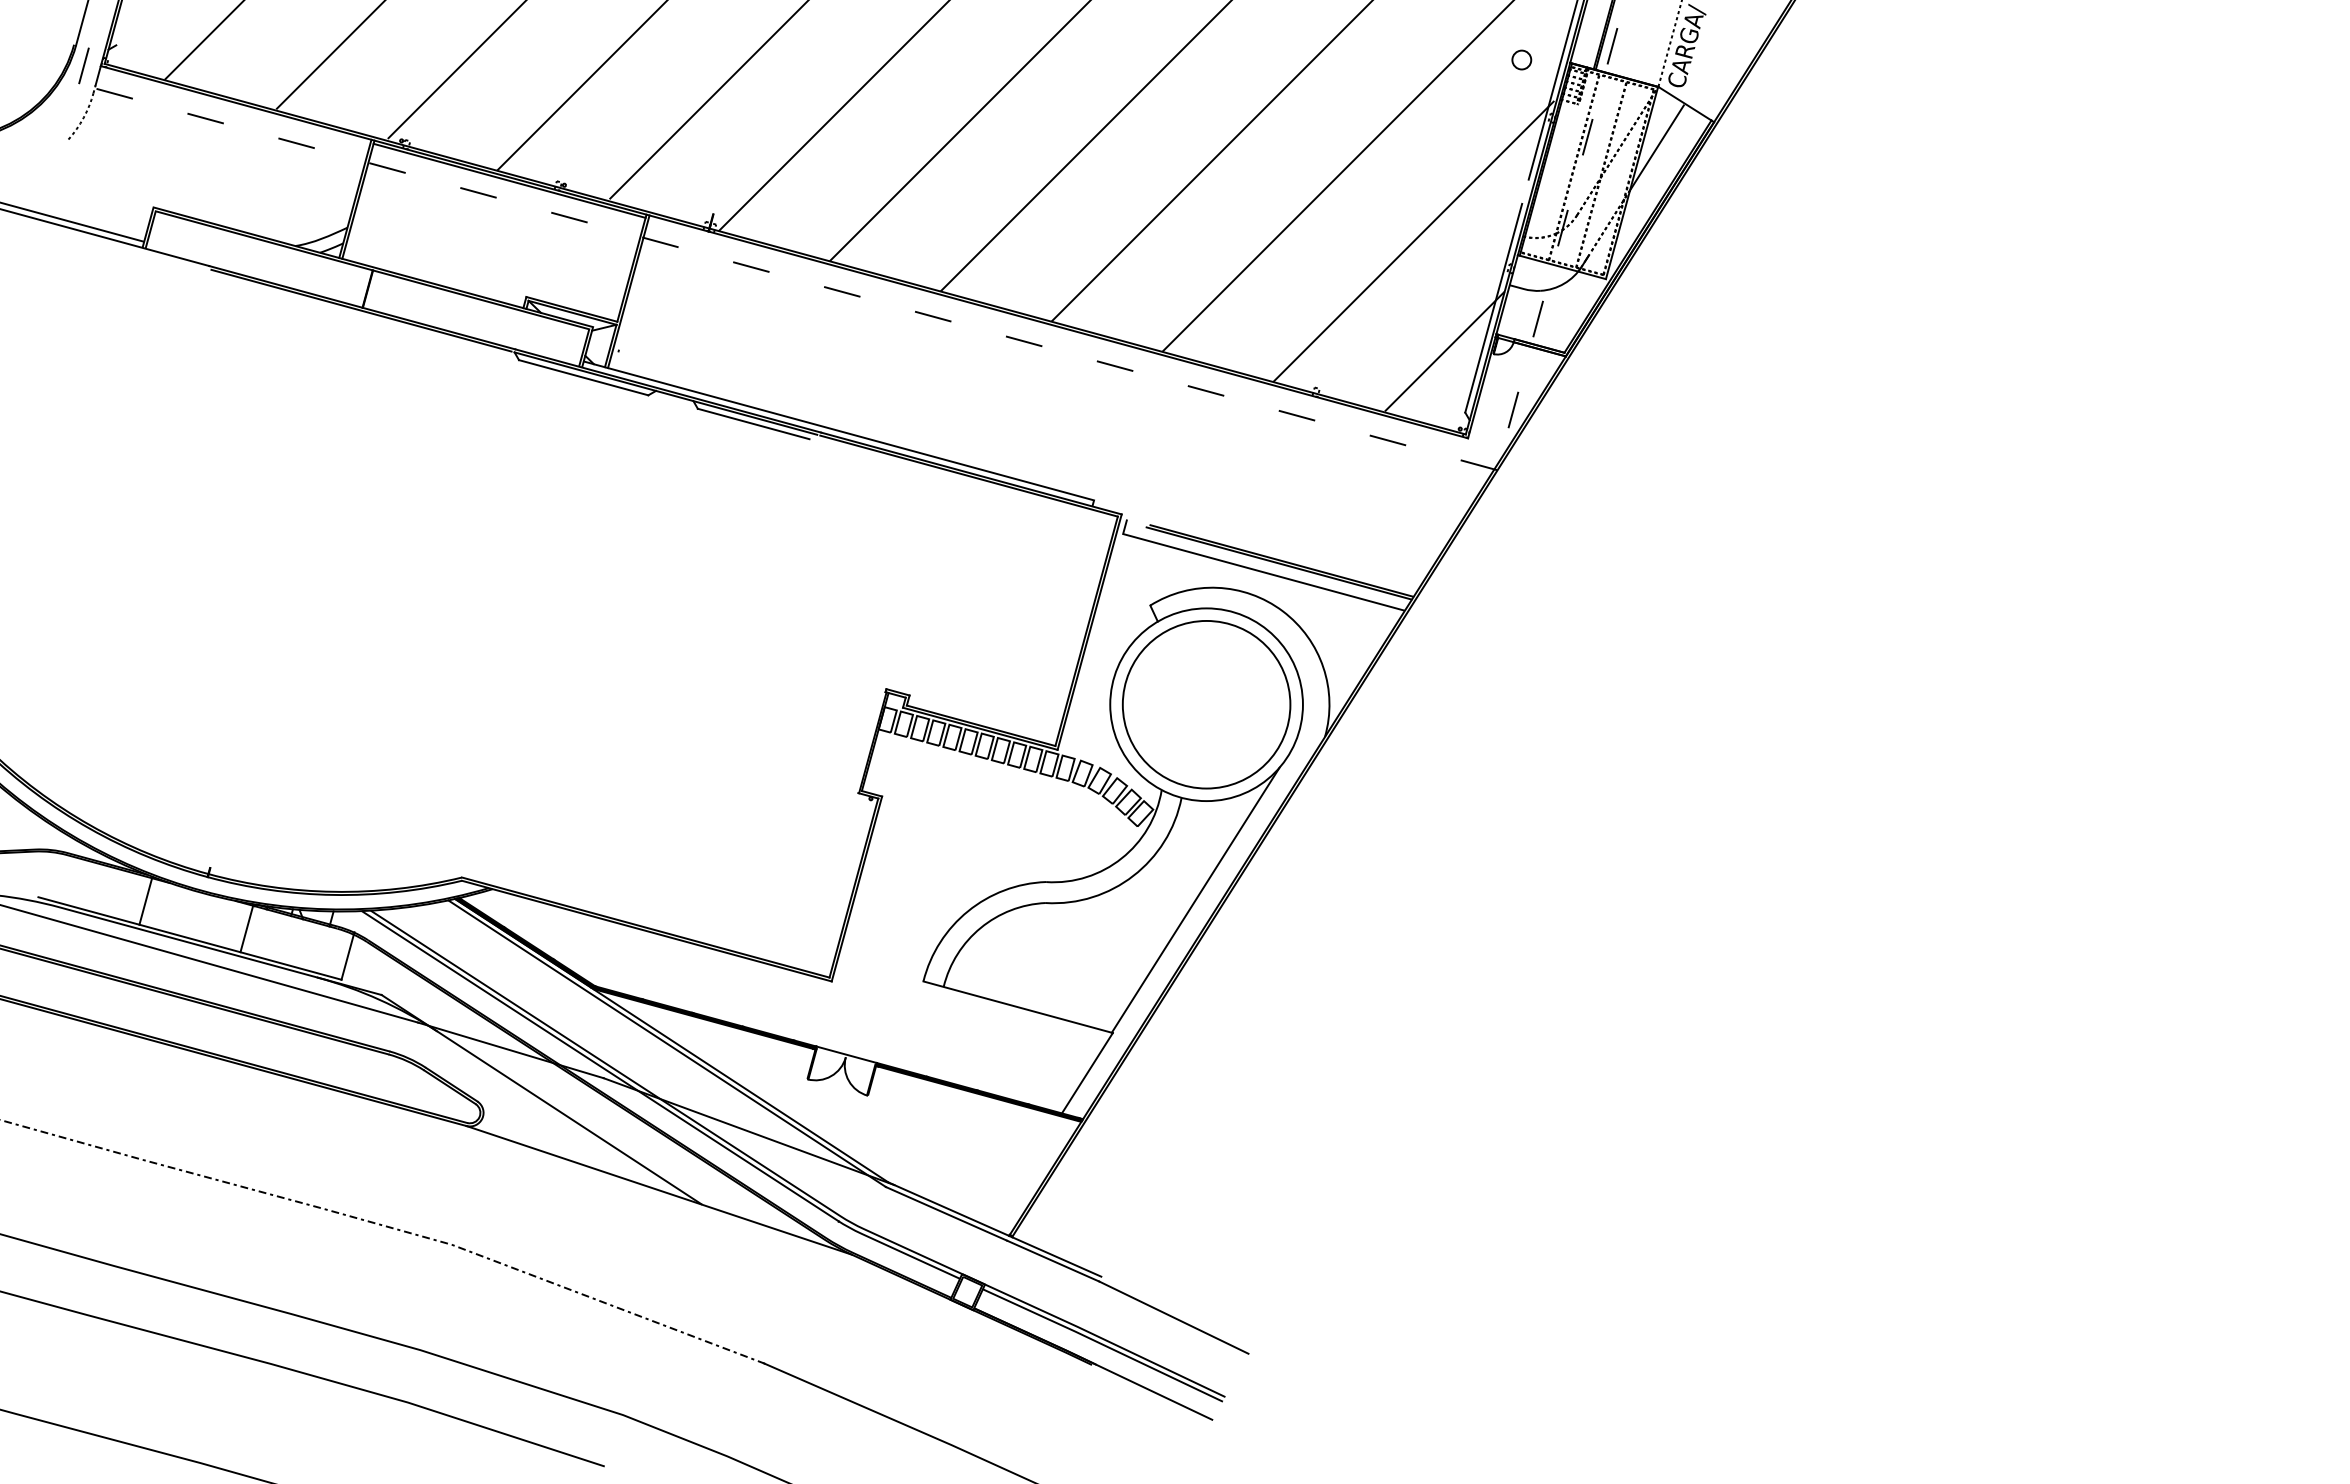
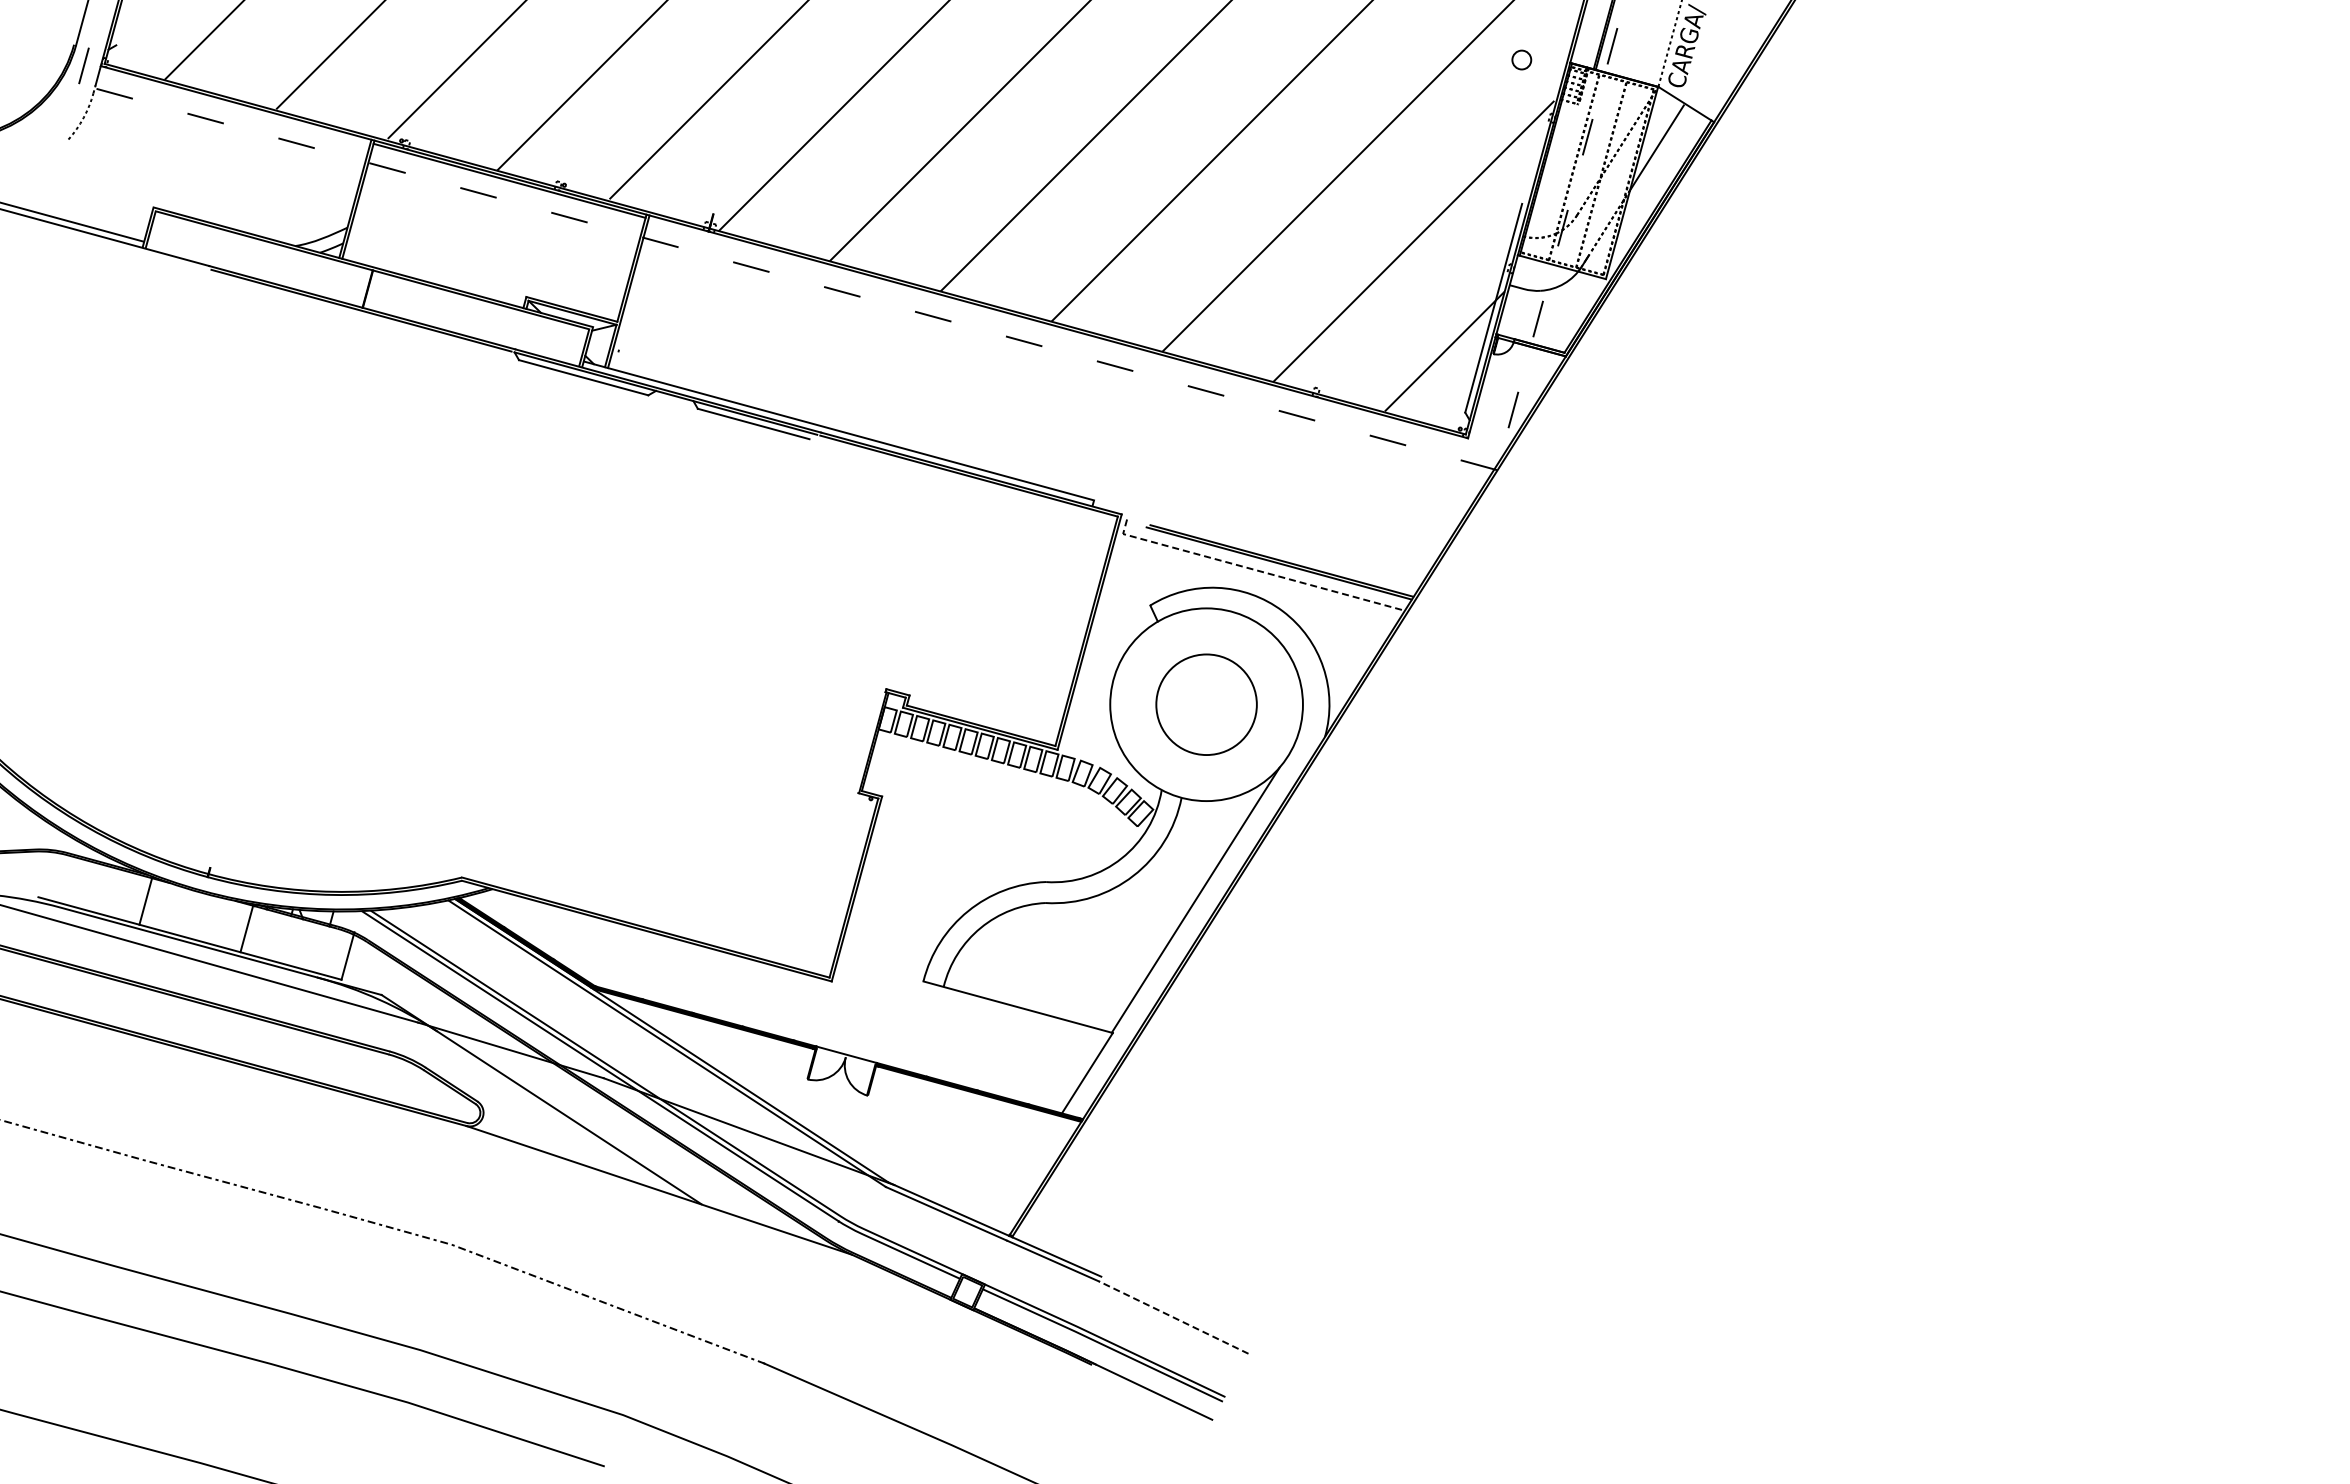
line at (1552, 90): present -> none
line at (1255, 570): solid -> dashed
circle at (1206, 704) diameter: 168 px -> 101 px
line at (1173, 1317): solid -> dashed
